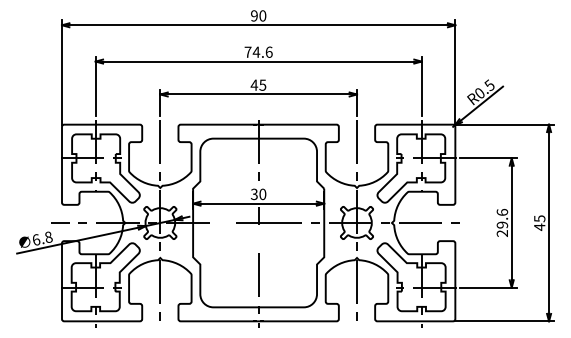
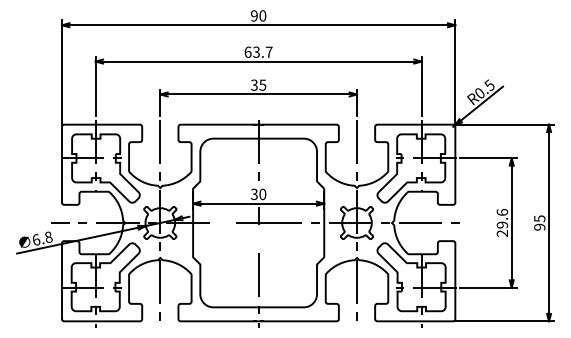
text at (258, 51): 74.6 -> 63.7
text at (254, 84): 45 -> 35
text at (539, 226): 45 -> 95
